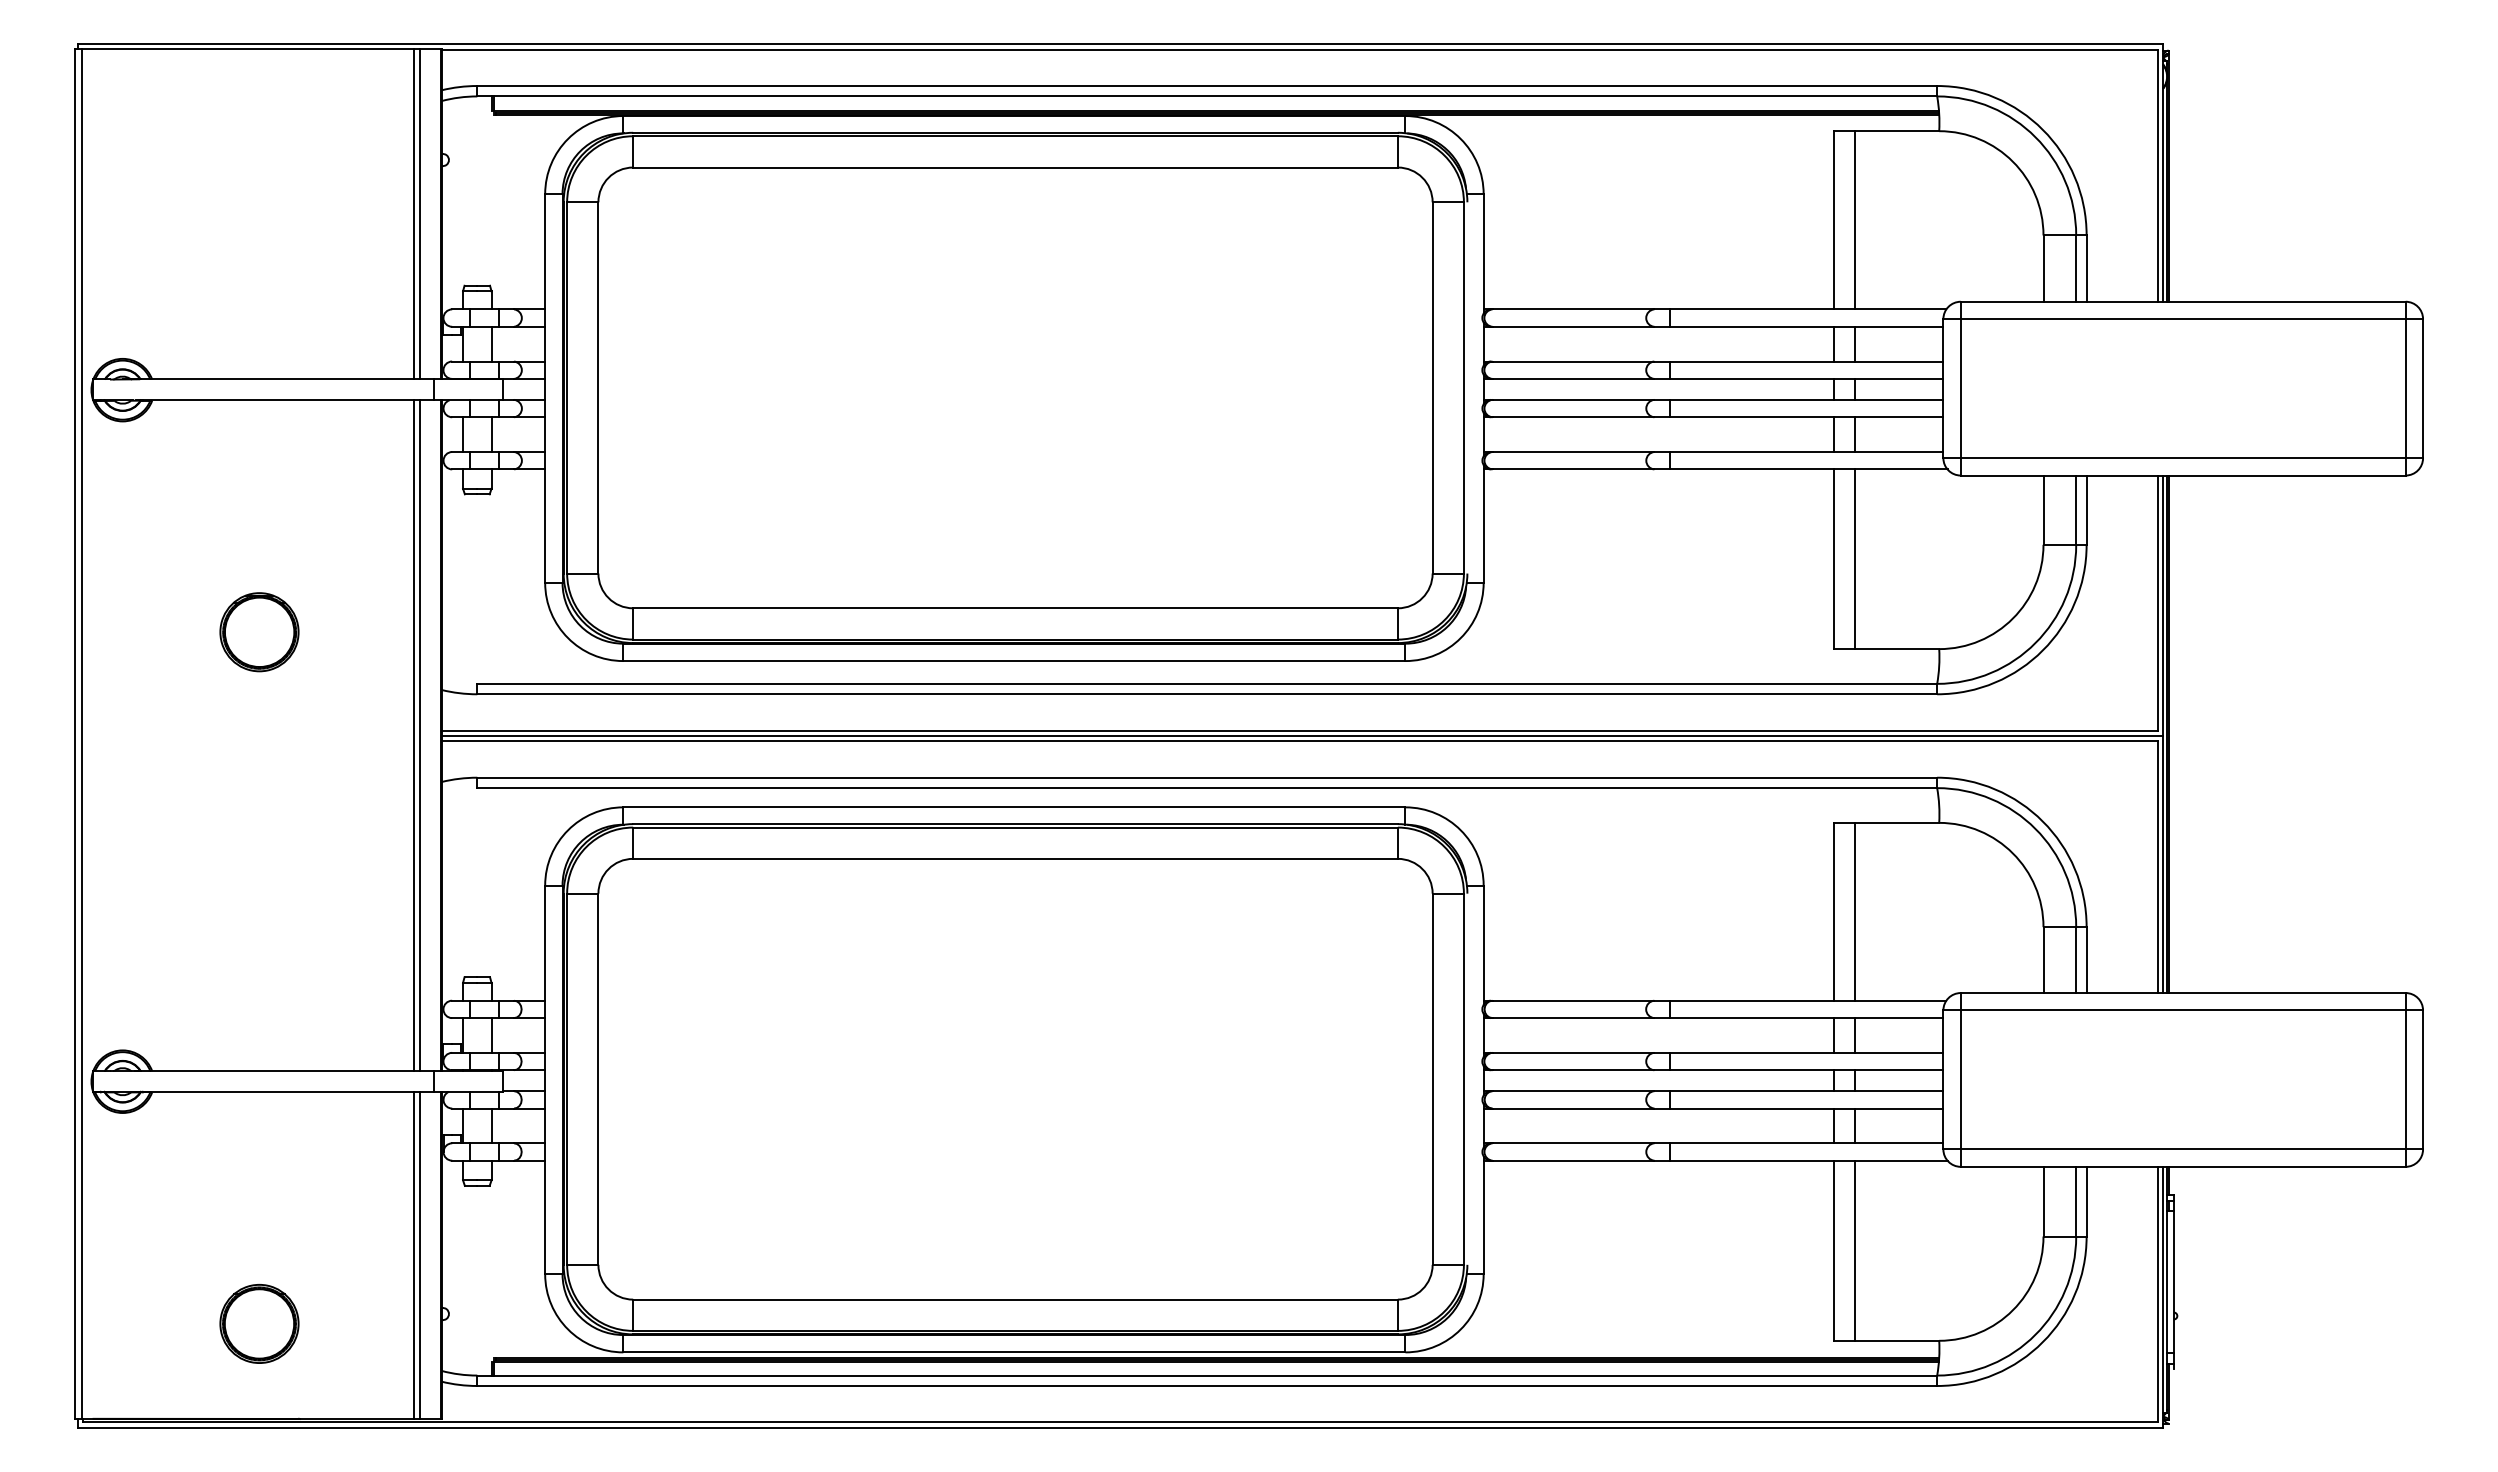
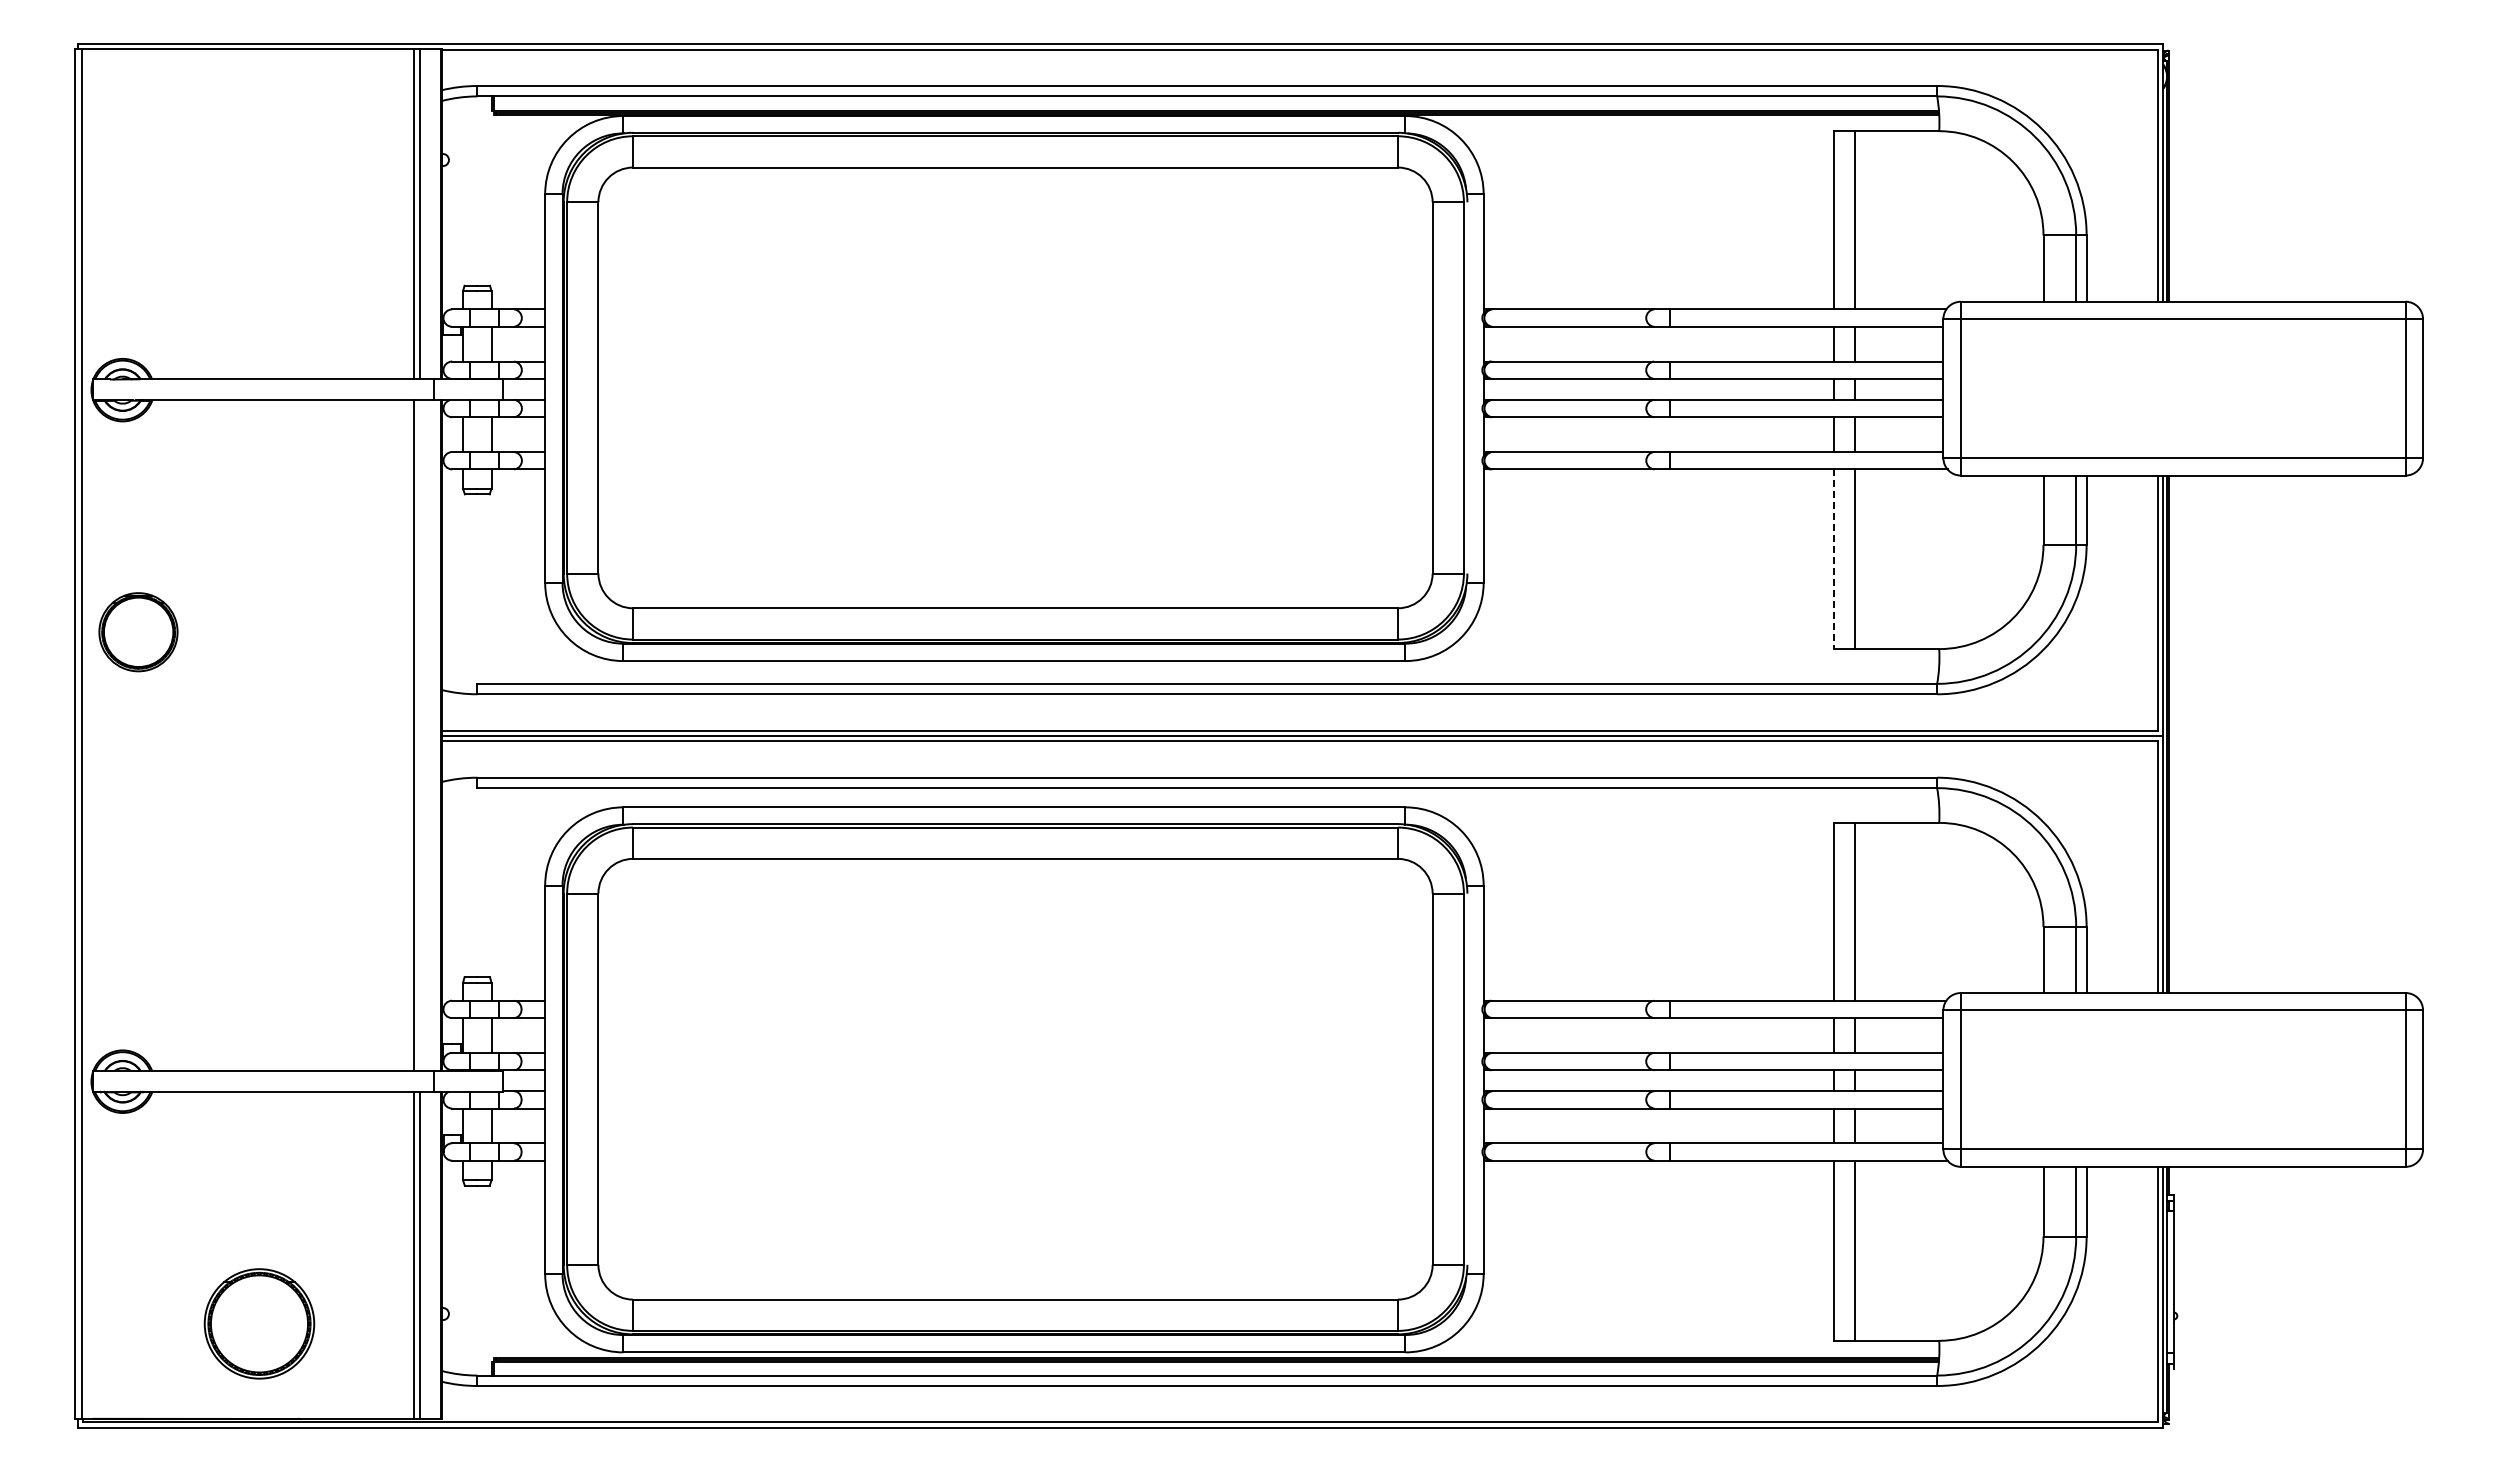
line at (1833, 559): solid -> dashed
part at (259, 632) position: (259, 632) -> (138, 632)
line at (420, 735): present -> none
part at (259, 1323) size: 81x80 px -> 113x112 px
